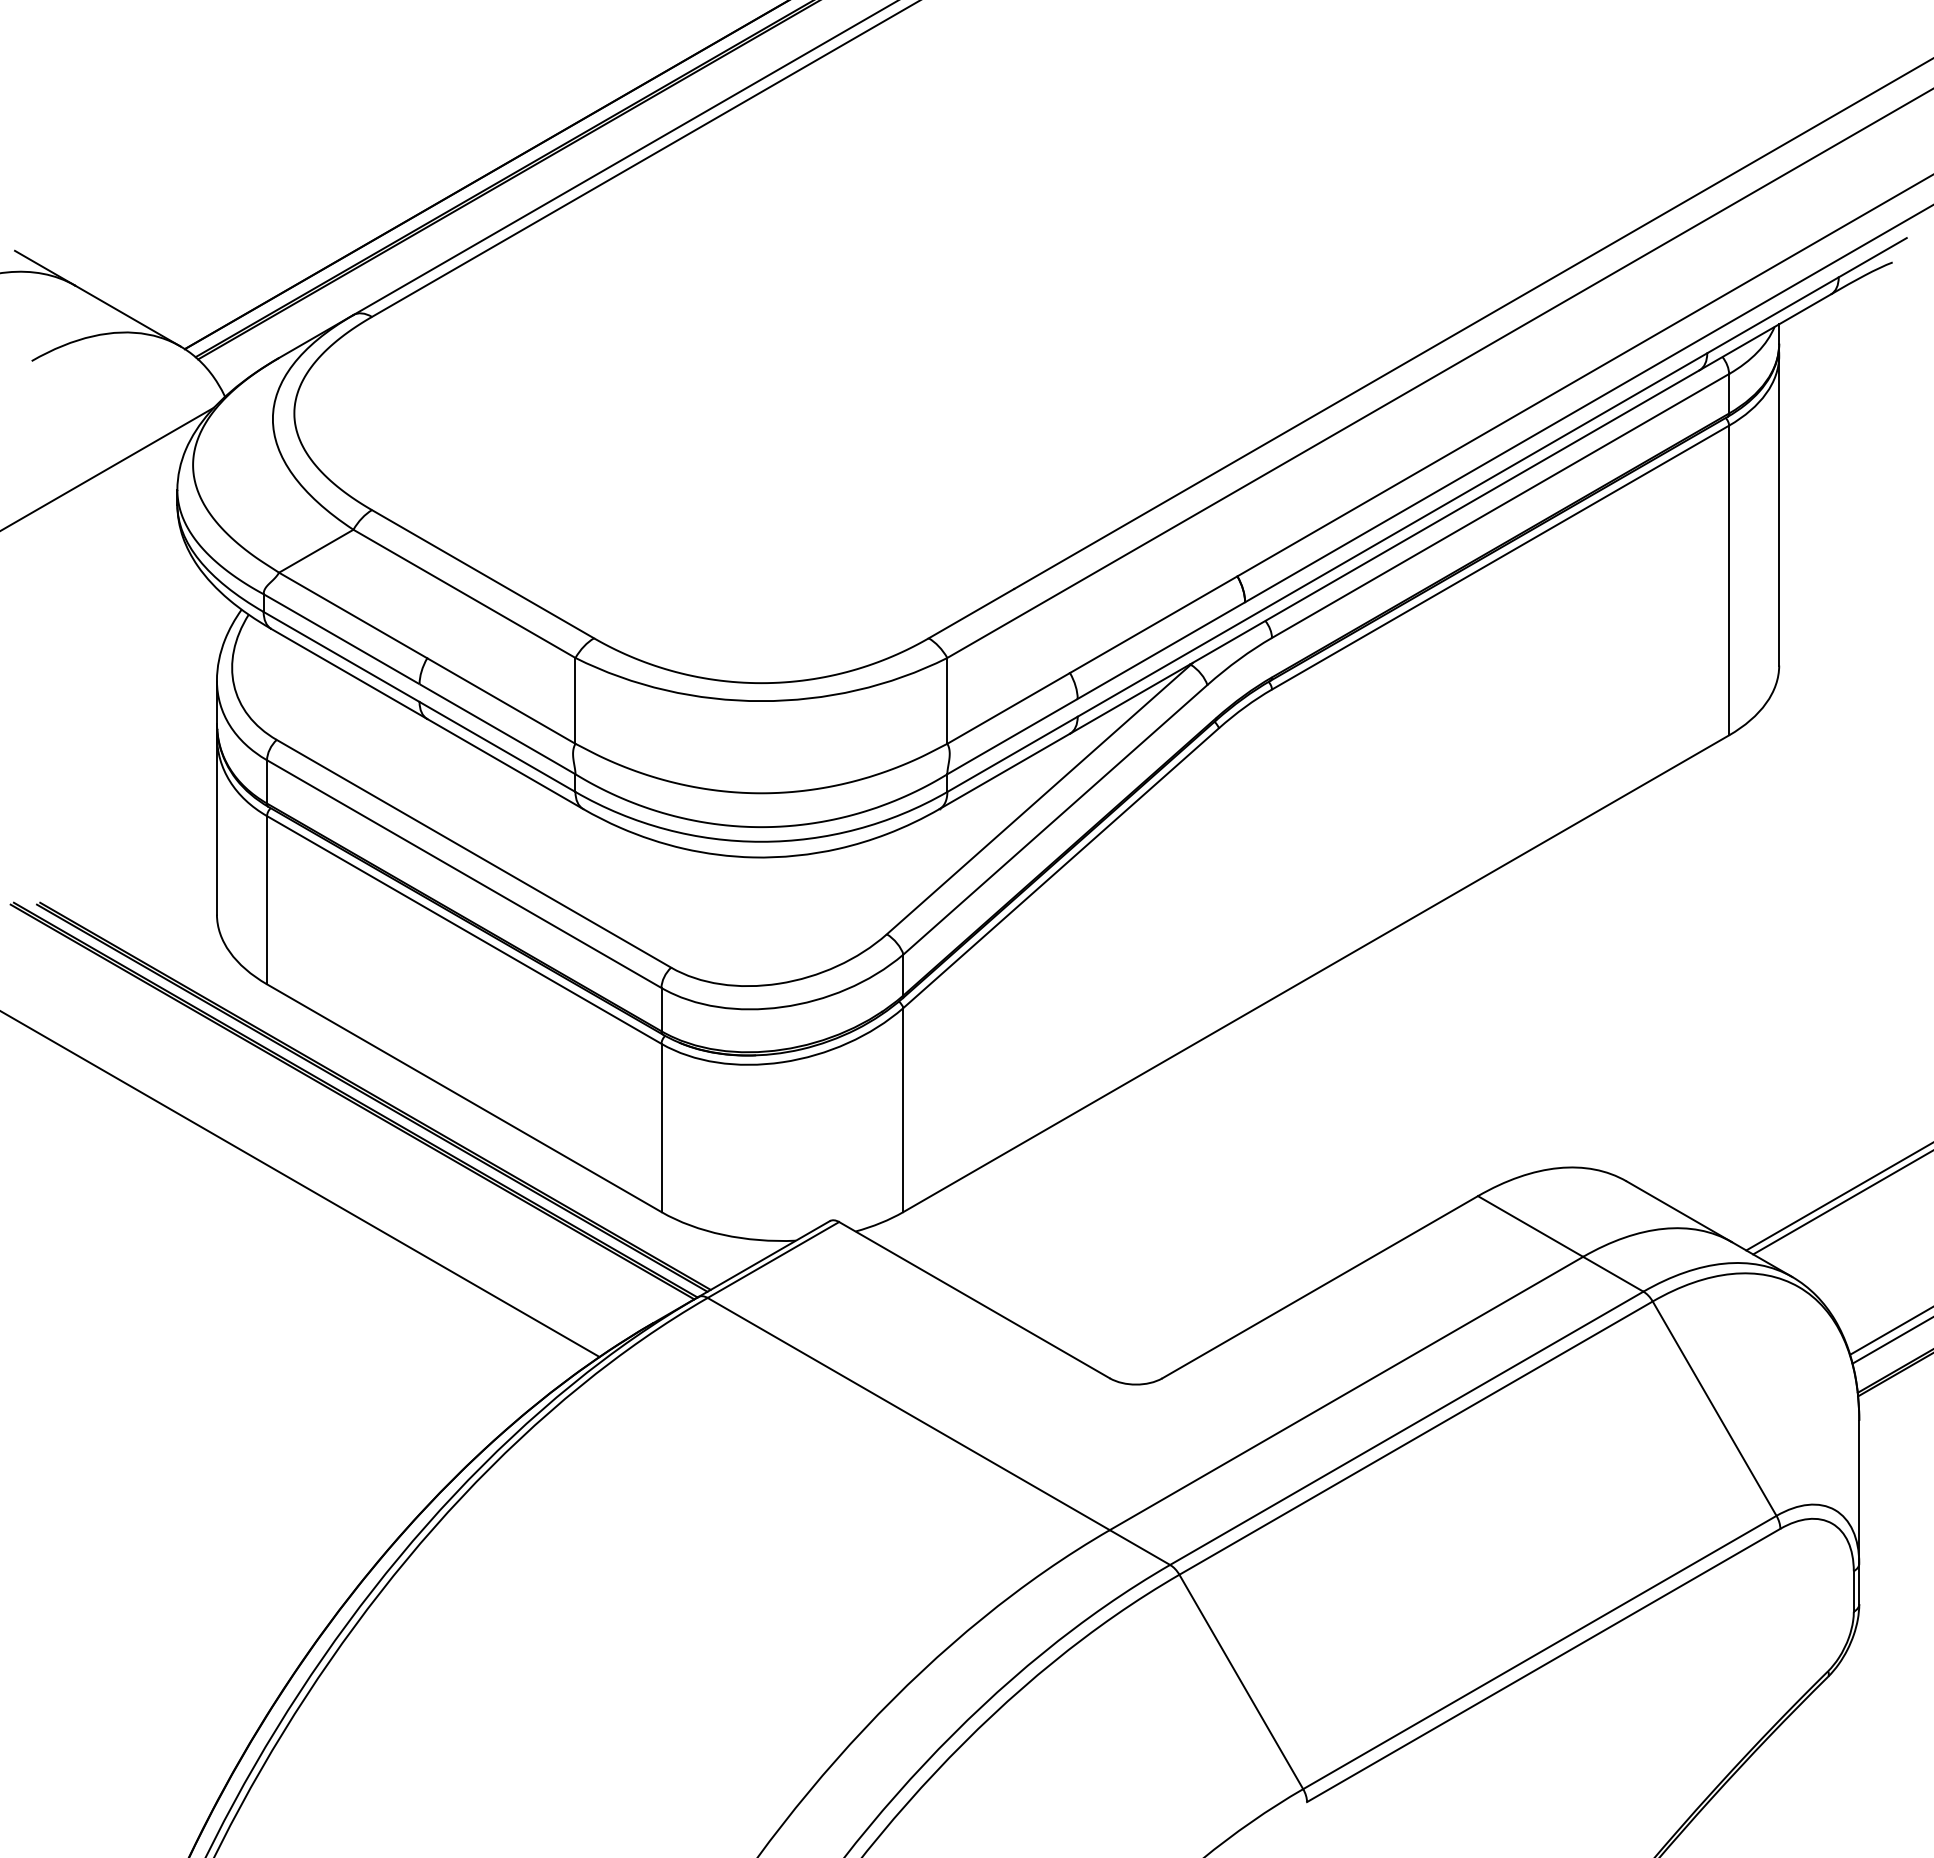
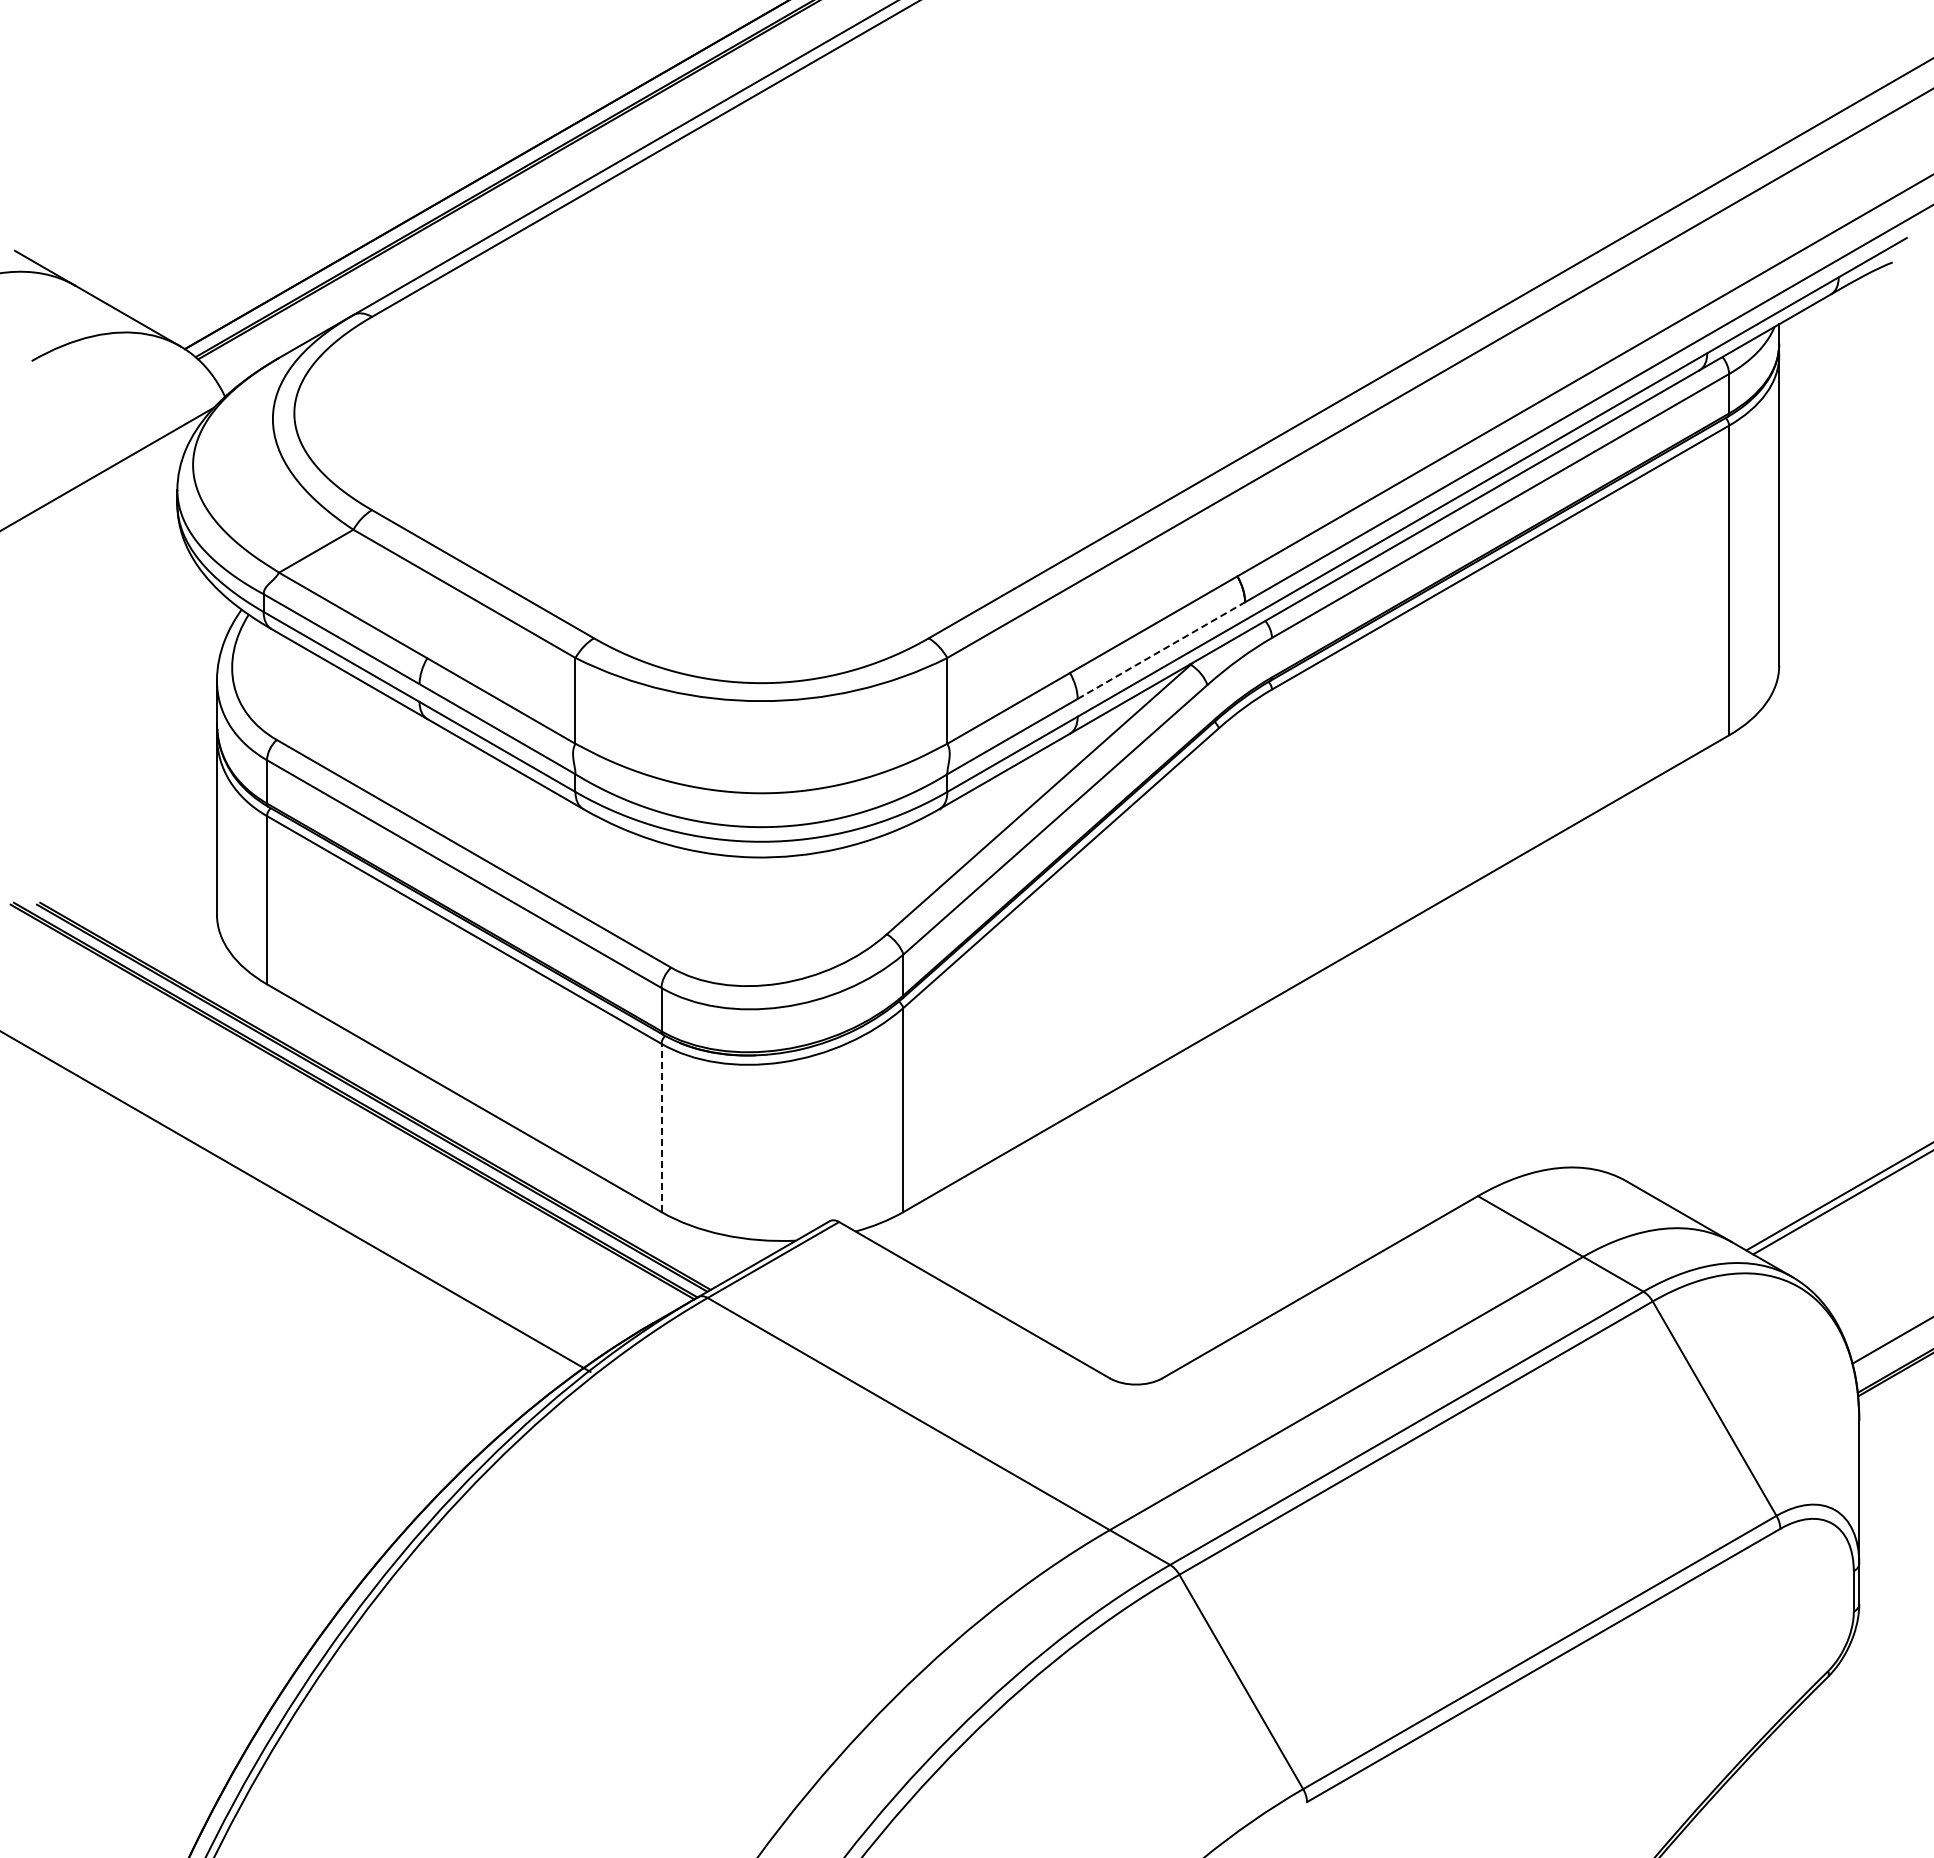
line at (1161, 650): solid -> dashed
line at (661, 1127): solid -> dashed
line at (300, 1184) position: (300, 1184) -> (296, 1201)
line at (1890, 1331): present -> none
